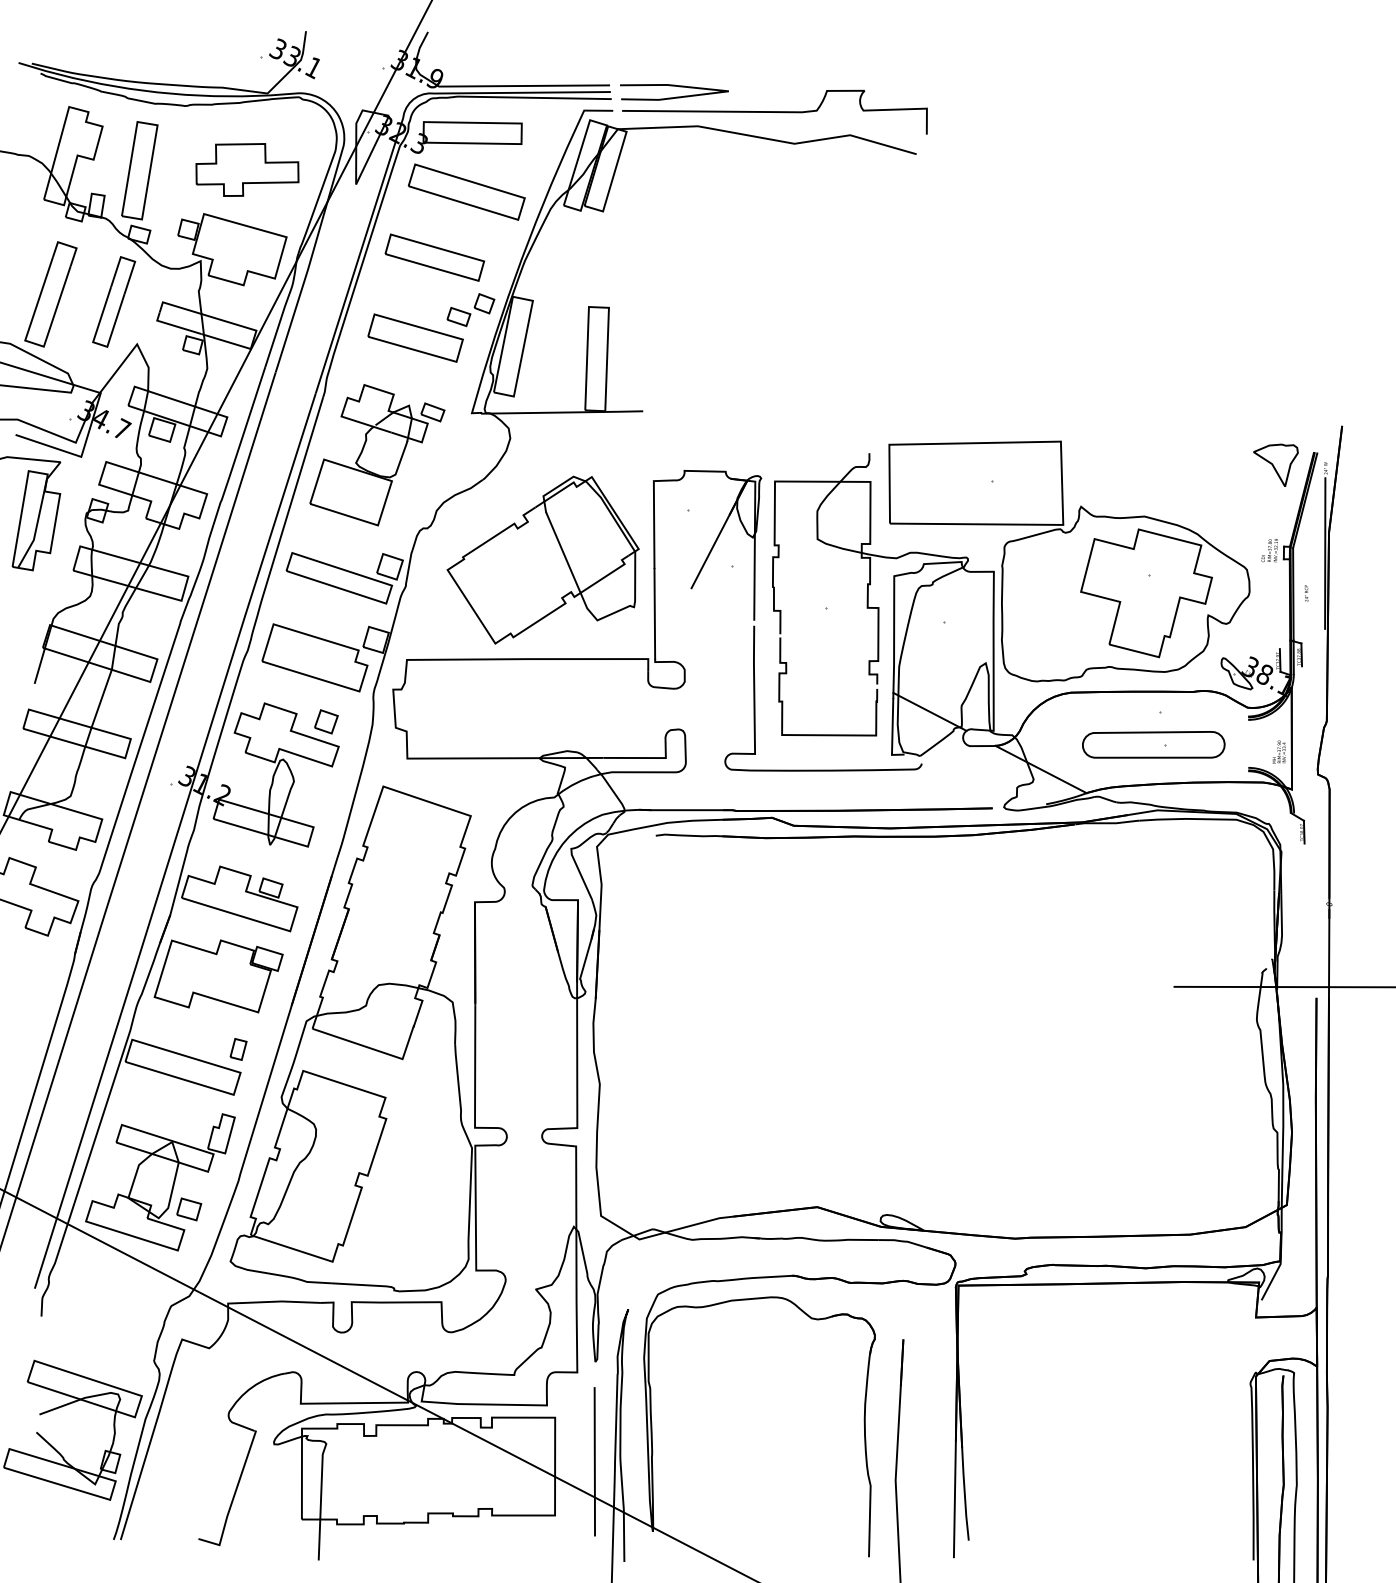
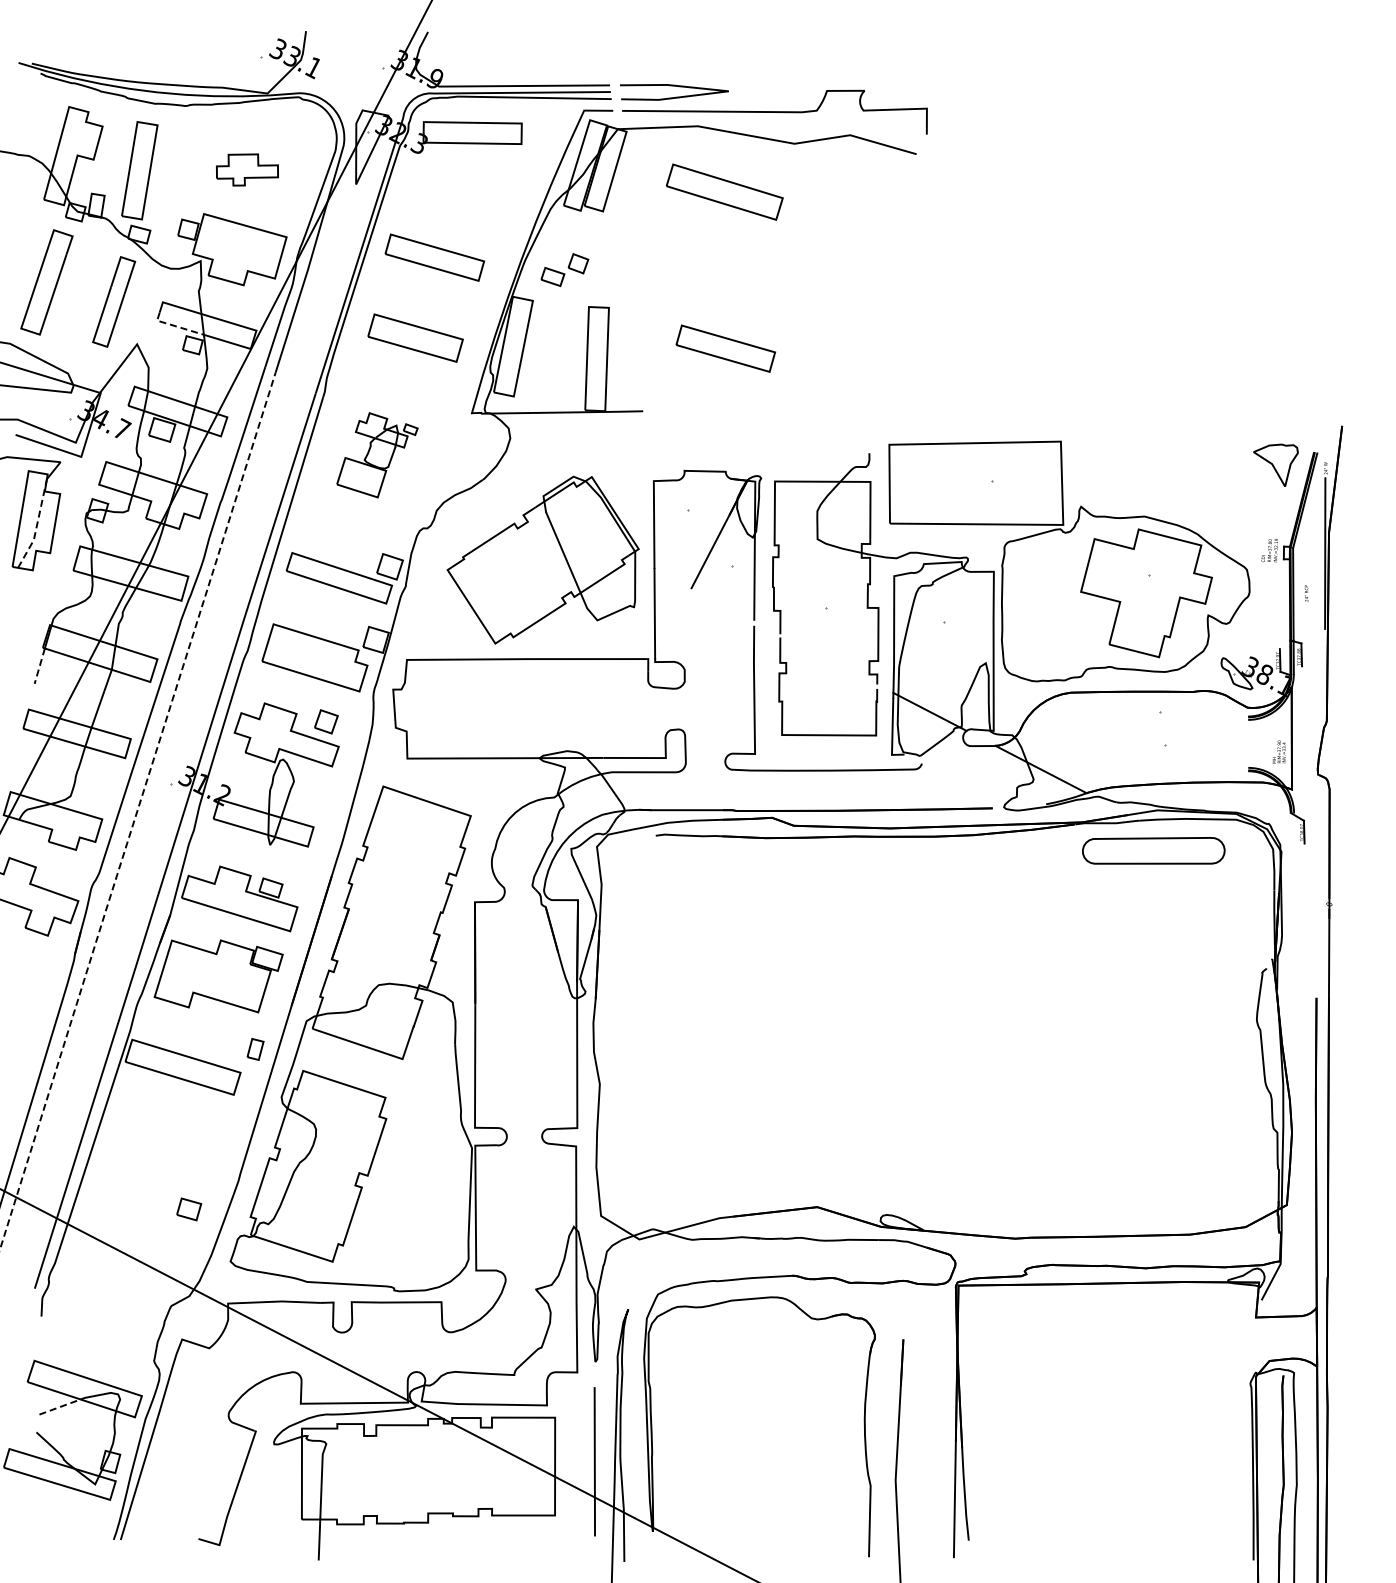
part at (247, 169) size: 105x54 px -> 63x34 px
part at (466, 191) position: (466, 191) -> (724, 191)
part at (50, 294) position: (50, 294) -> (46, 282)
part at (470, 310) position: (470, 310) -> (564, 270)
line at (175, 326): solid -> dashed
part at (725, 348): none -> present
part at (377, 455) size: 137x143 px -> 83x87 px
line at (36, 525): solid -> dashed
line at (39, 666): solid -> dashed
part at (1153, 744) position: (1153, 744) -> (1153, 850)
line at (137, 810): solid -> dashed
line at (1283, 986): present -> none
part at (238, 1049) position: (238, 1049) -> (255, 1049)
part at (160, 1182): present -> none
line at (60, 1407): solid -> dashed
